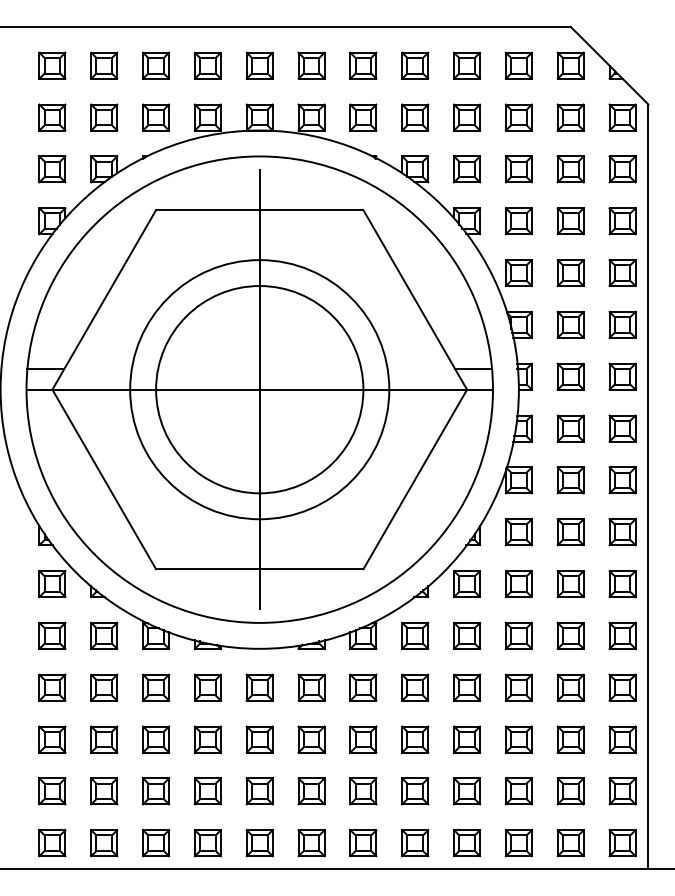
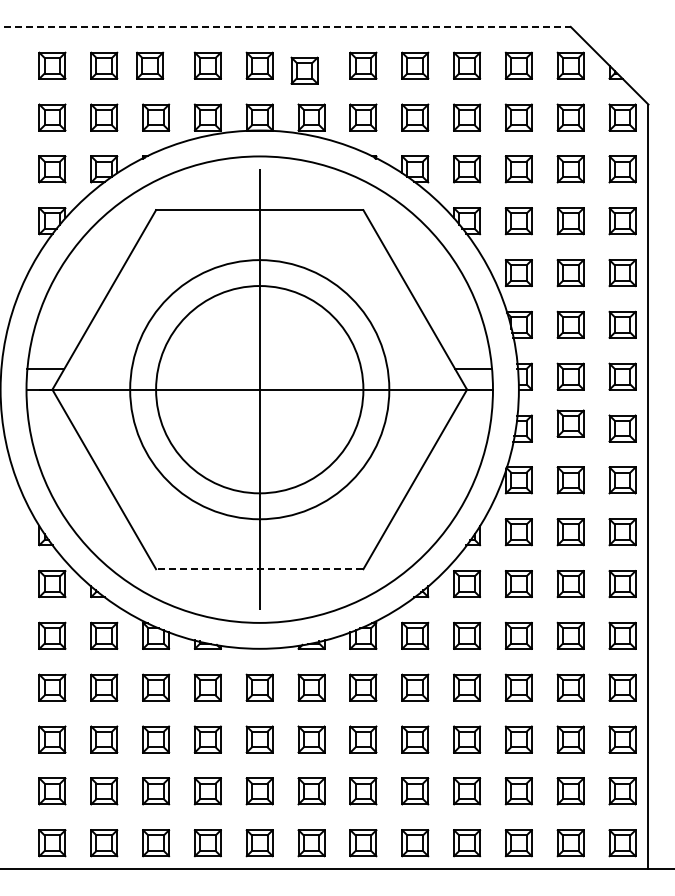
line at (285, 26): solid -> dashed
part at (156, 65) position: (156, 65) -> (150, 65)
part at (311, 65) position: (311, 65) -> (304, 70)
part at (570, 428) position: (570, 428) -> (570, 423)
line at (259, 569): solid -> dashed
